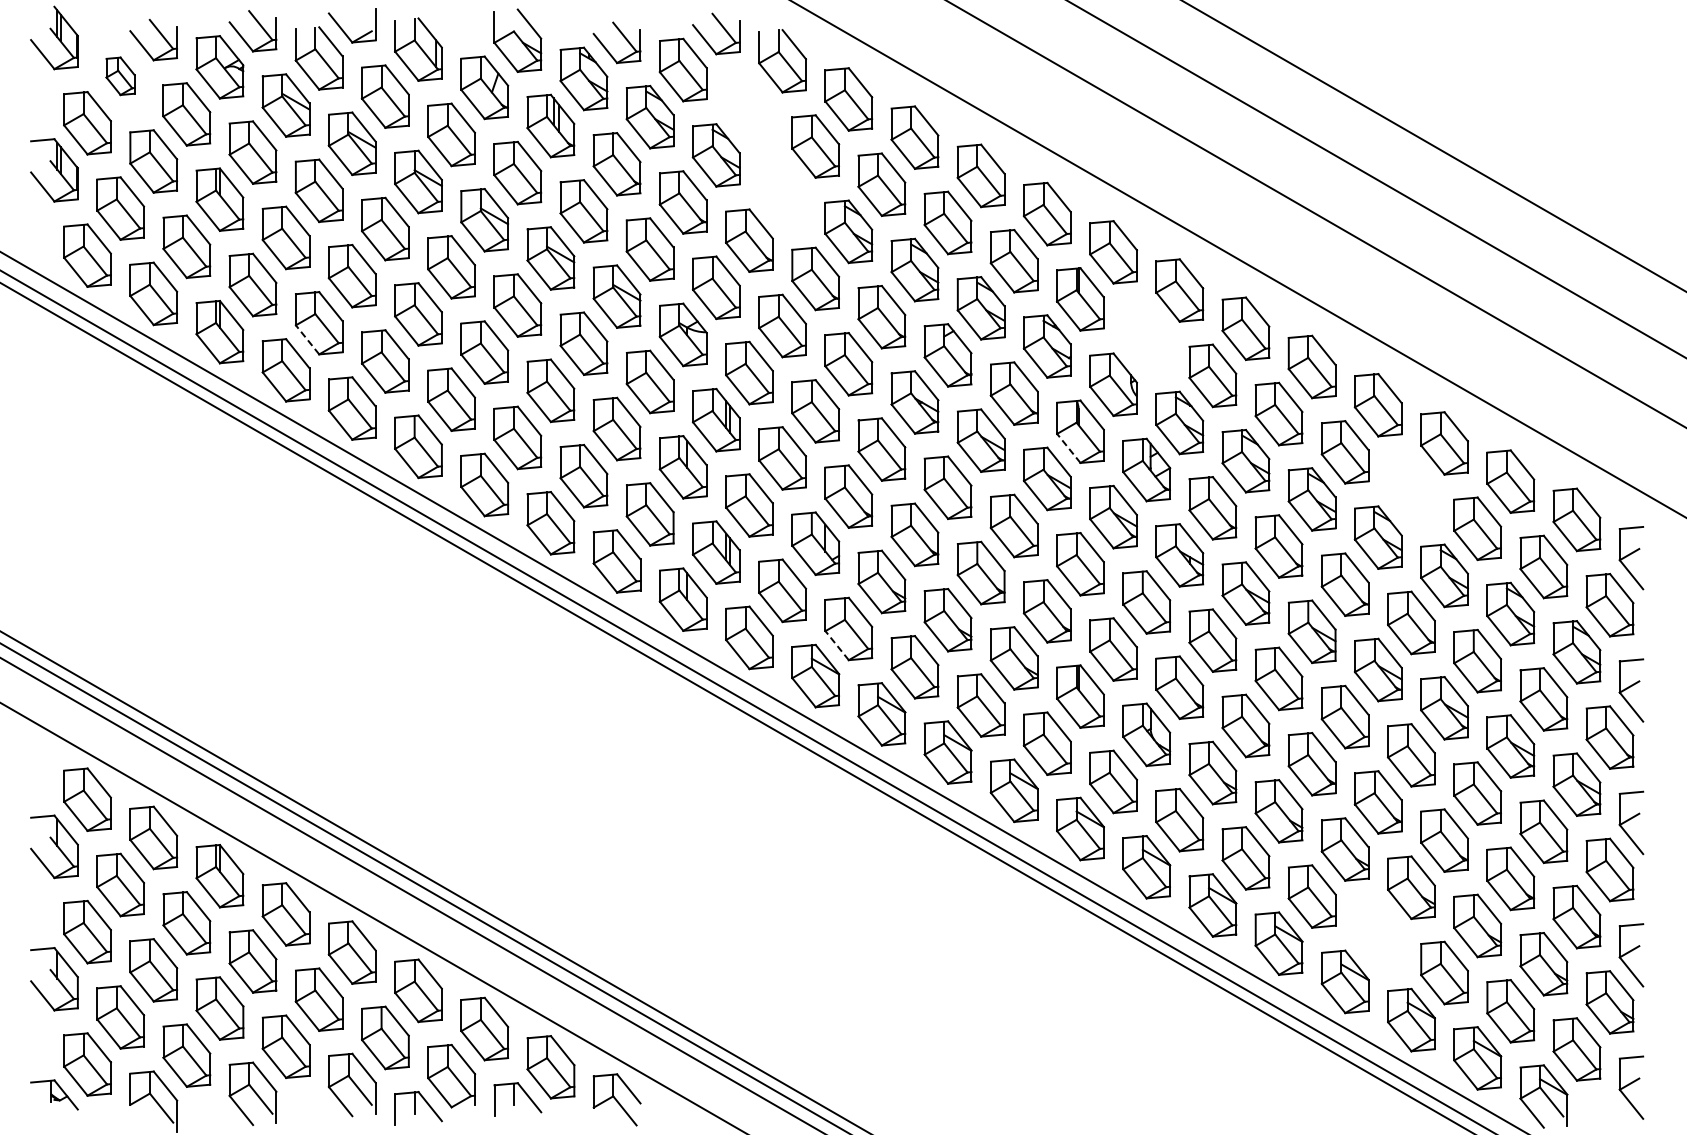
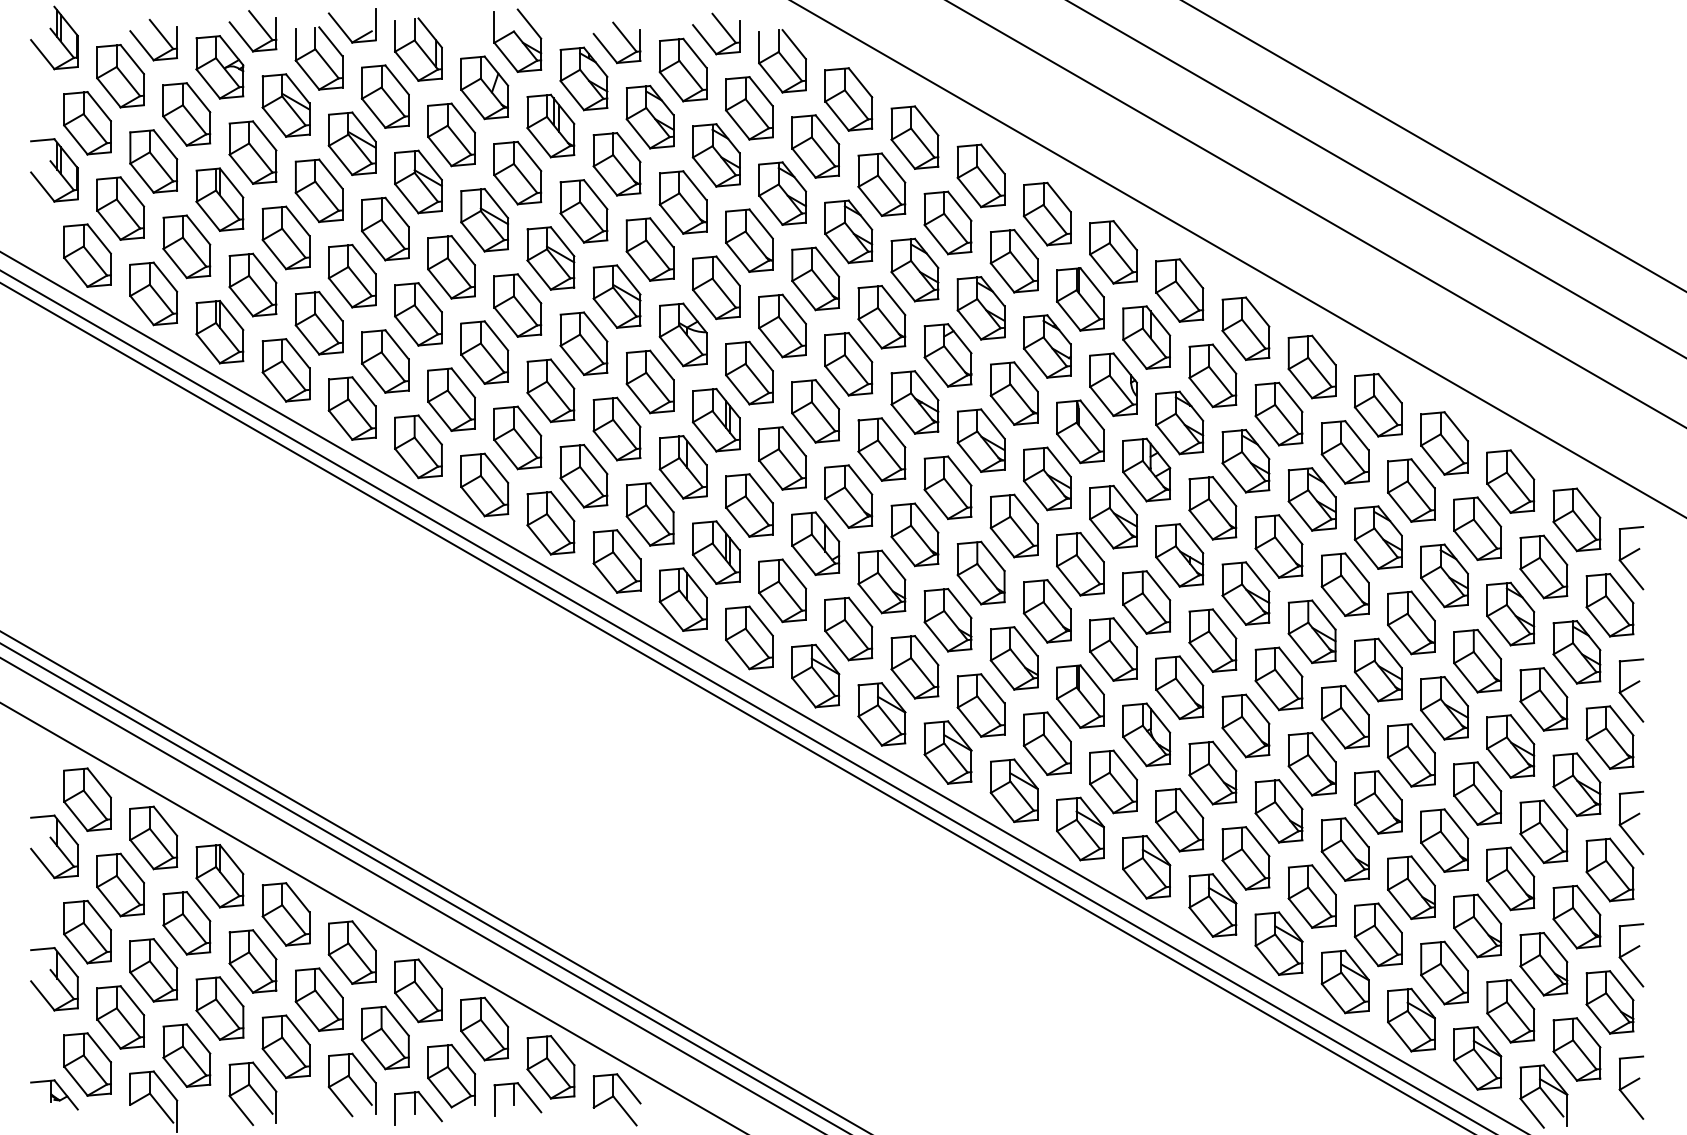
part at (120, 76) size: 31x41 px -> 49x65 px
part at (749, 108): none -> present
part at (782, 193): none -> present
part at (1146, 337): none -> present
line at (307, 339): dashed -> solid
line at (1068, 448): dashed -> solid
part at (1411, 490): none -> present
line at (837, 645): dashed -> solid
part at (1377, 934): none -> present
